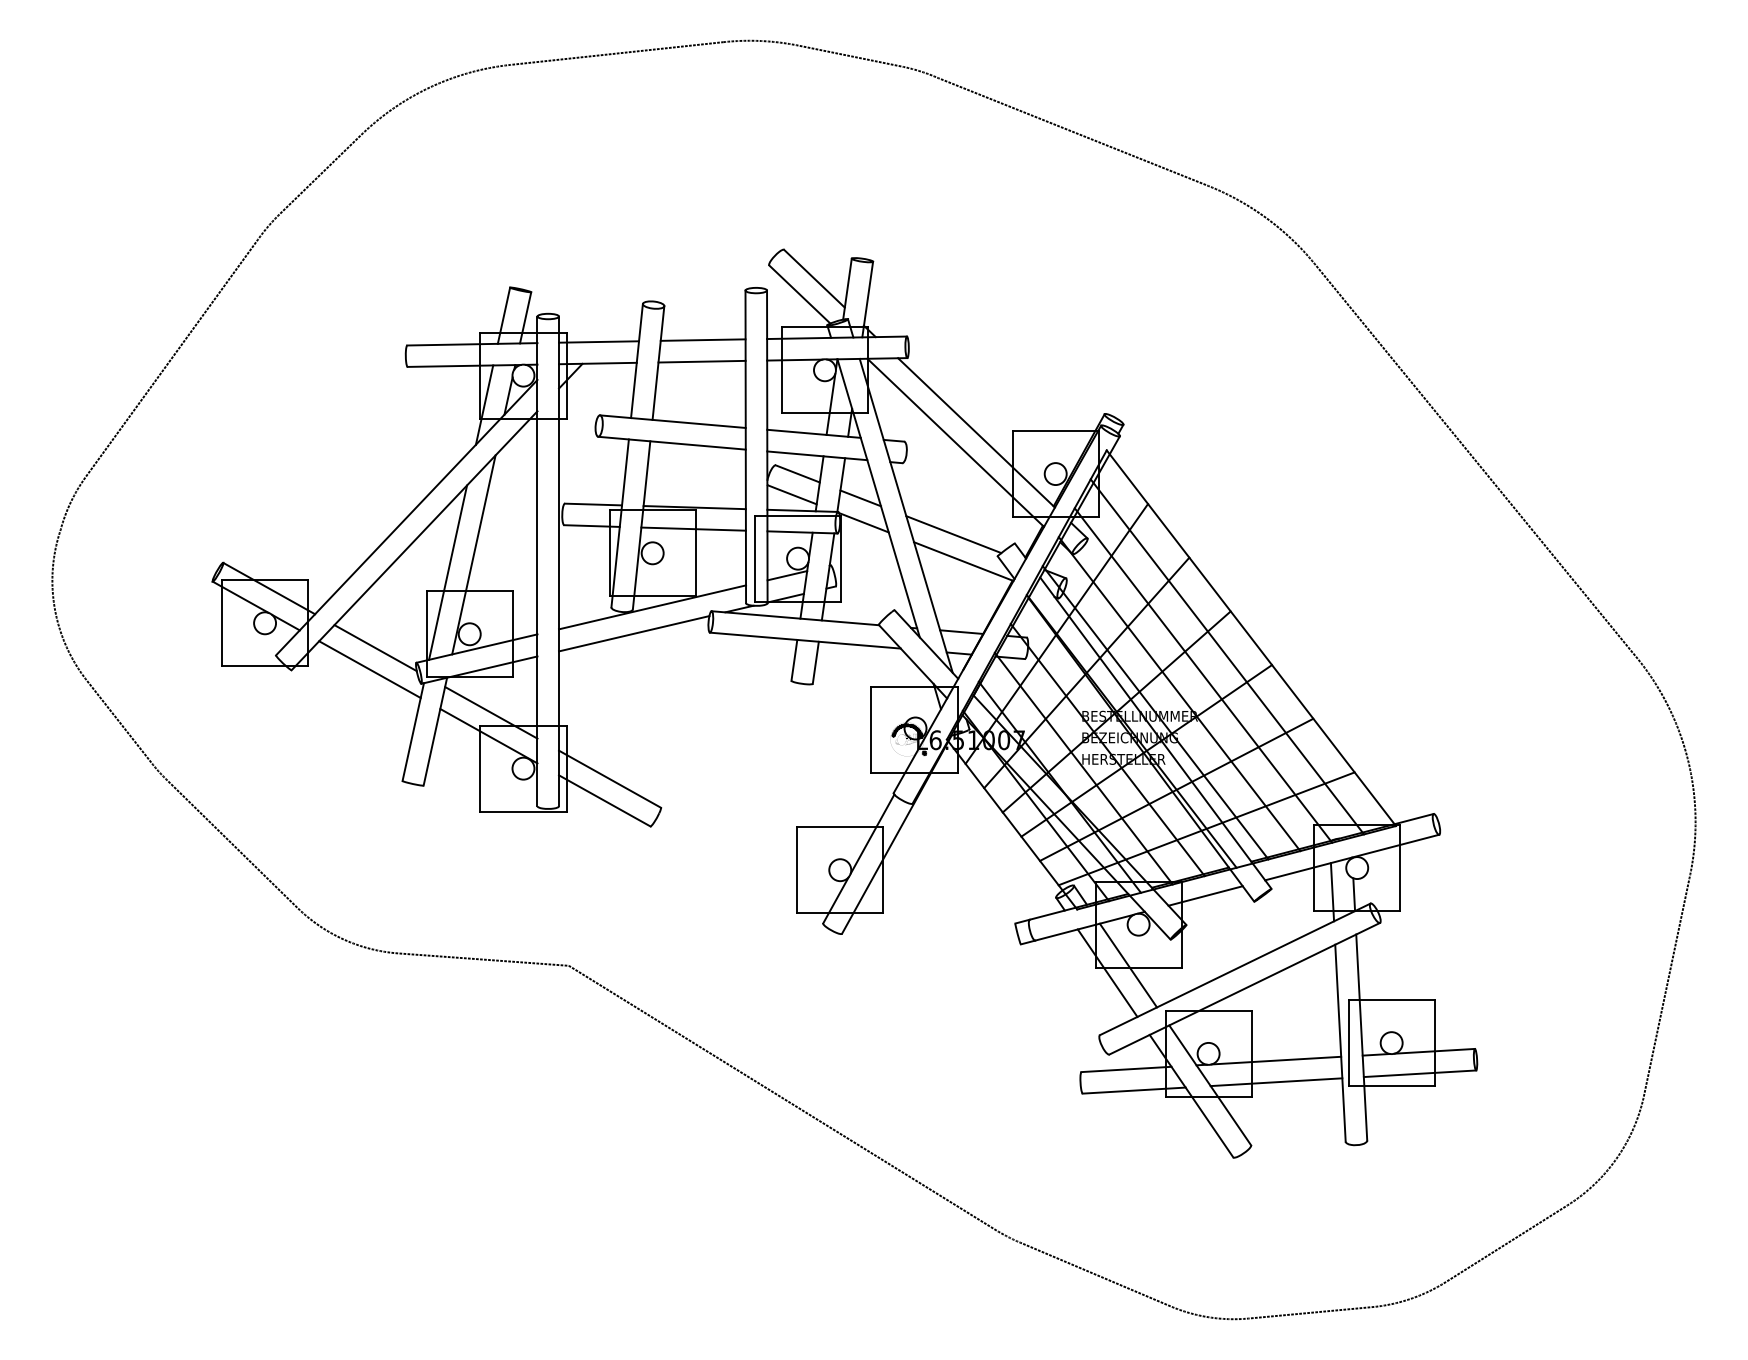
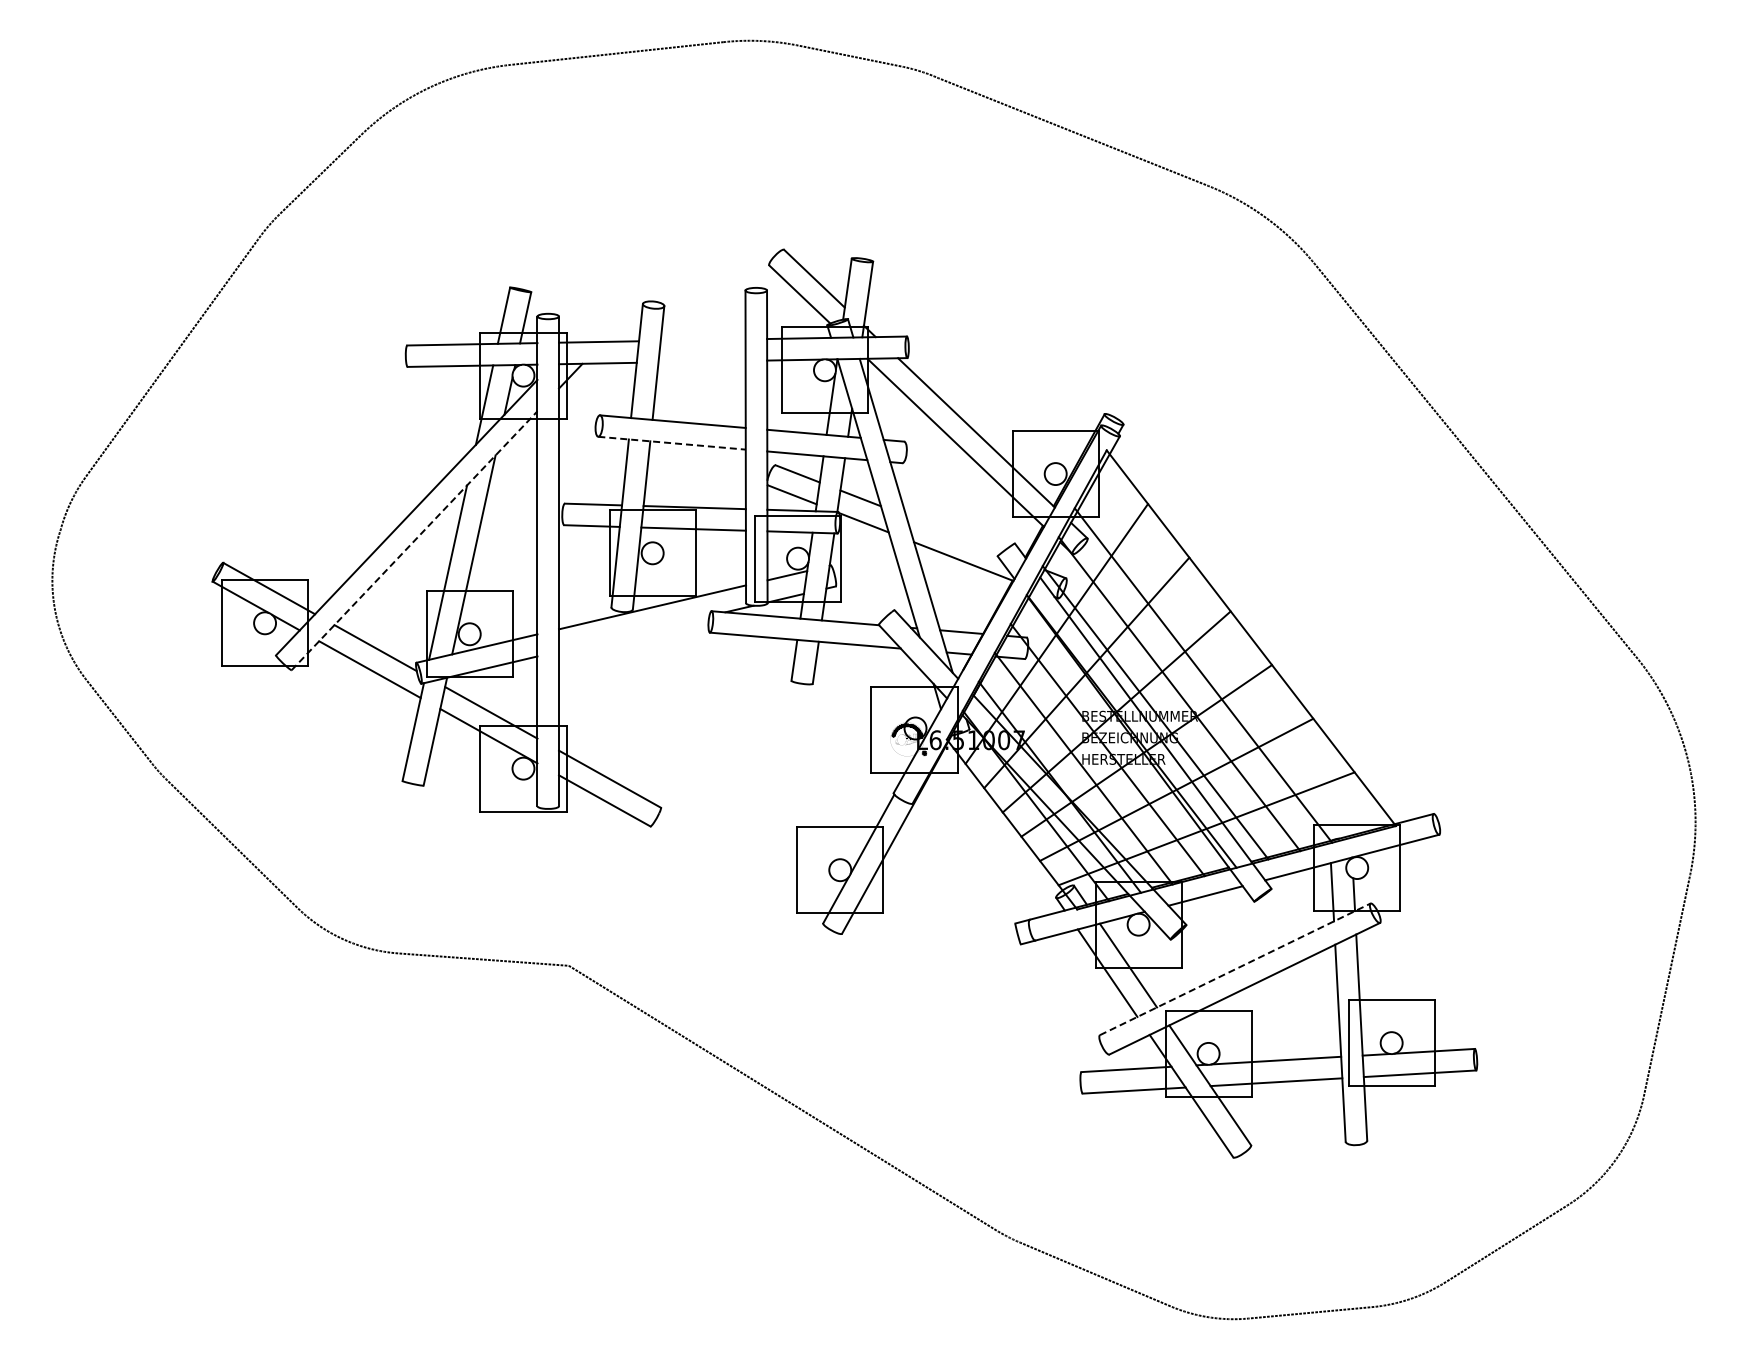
line at (702, 339): present -> none
line at (701, 361): present -> none
line at (672, 443): solid -> dashed
line at (953, 534): present -> none
line at (414, 540): solid -> dashed
line at (634, 633): present -> none
line at (1227, 656): present -> none
line at (1235, 969): solid -> dashed
